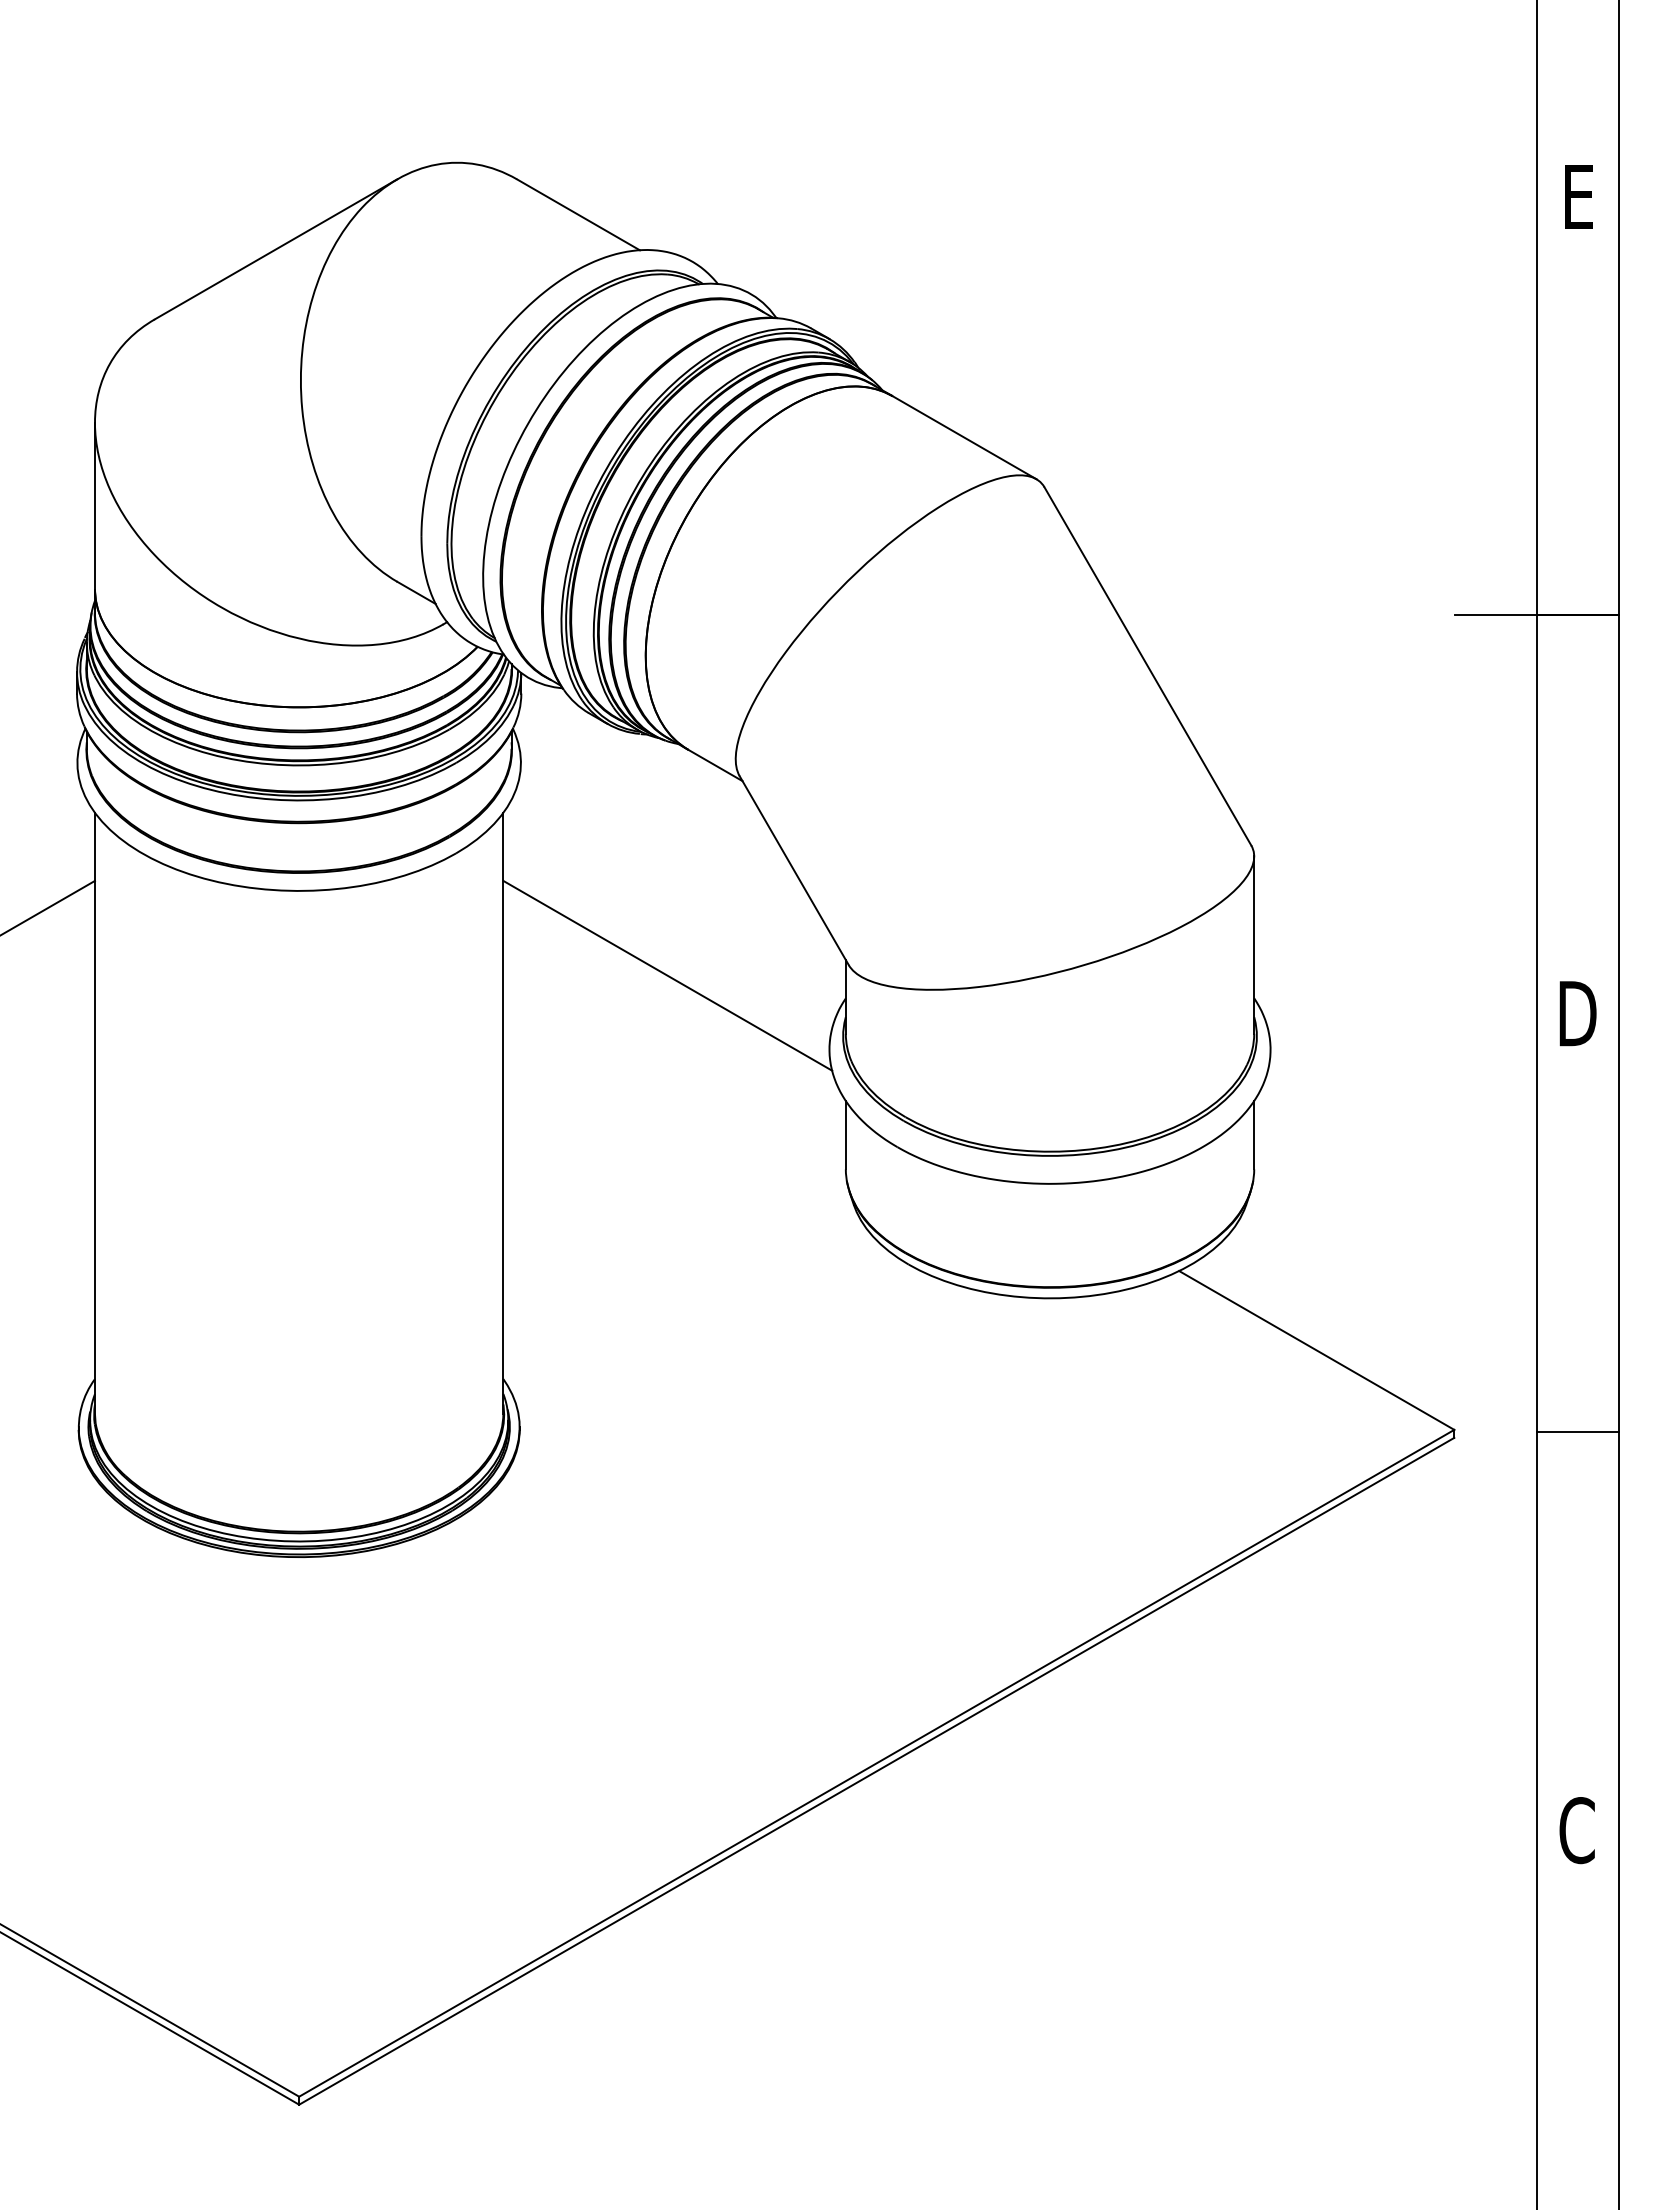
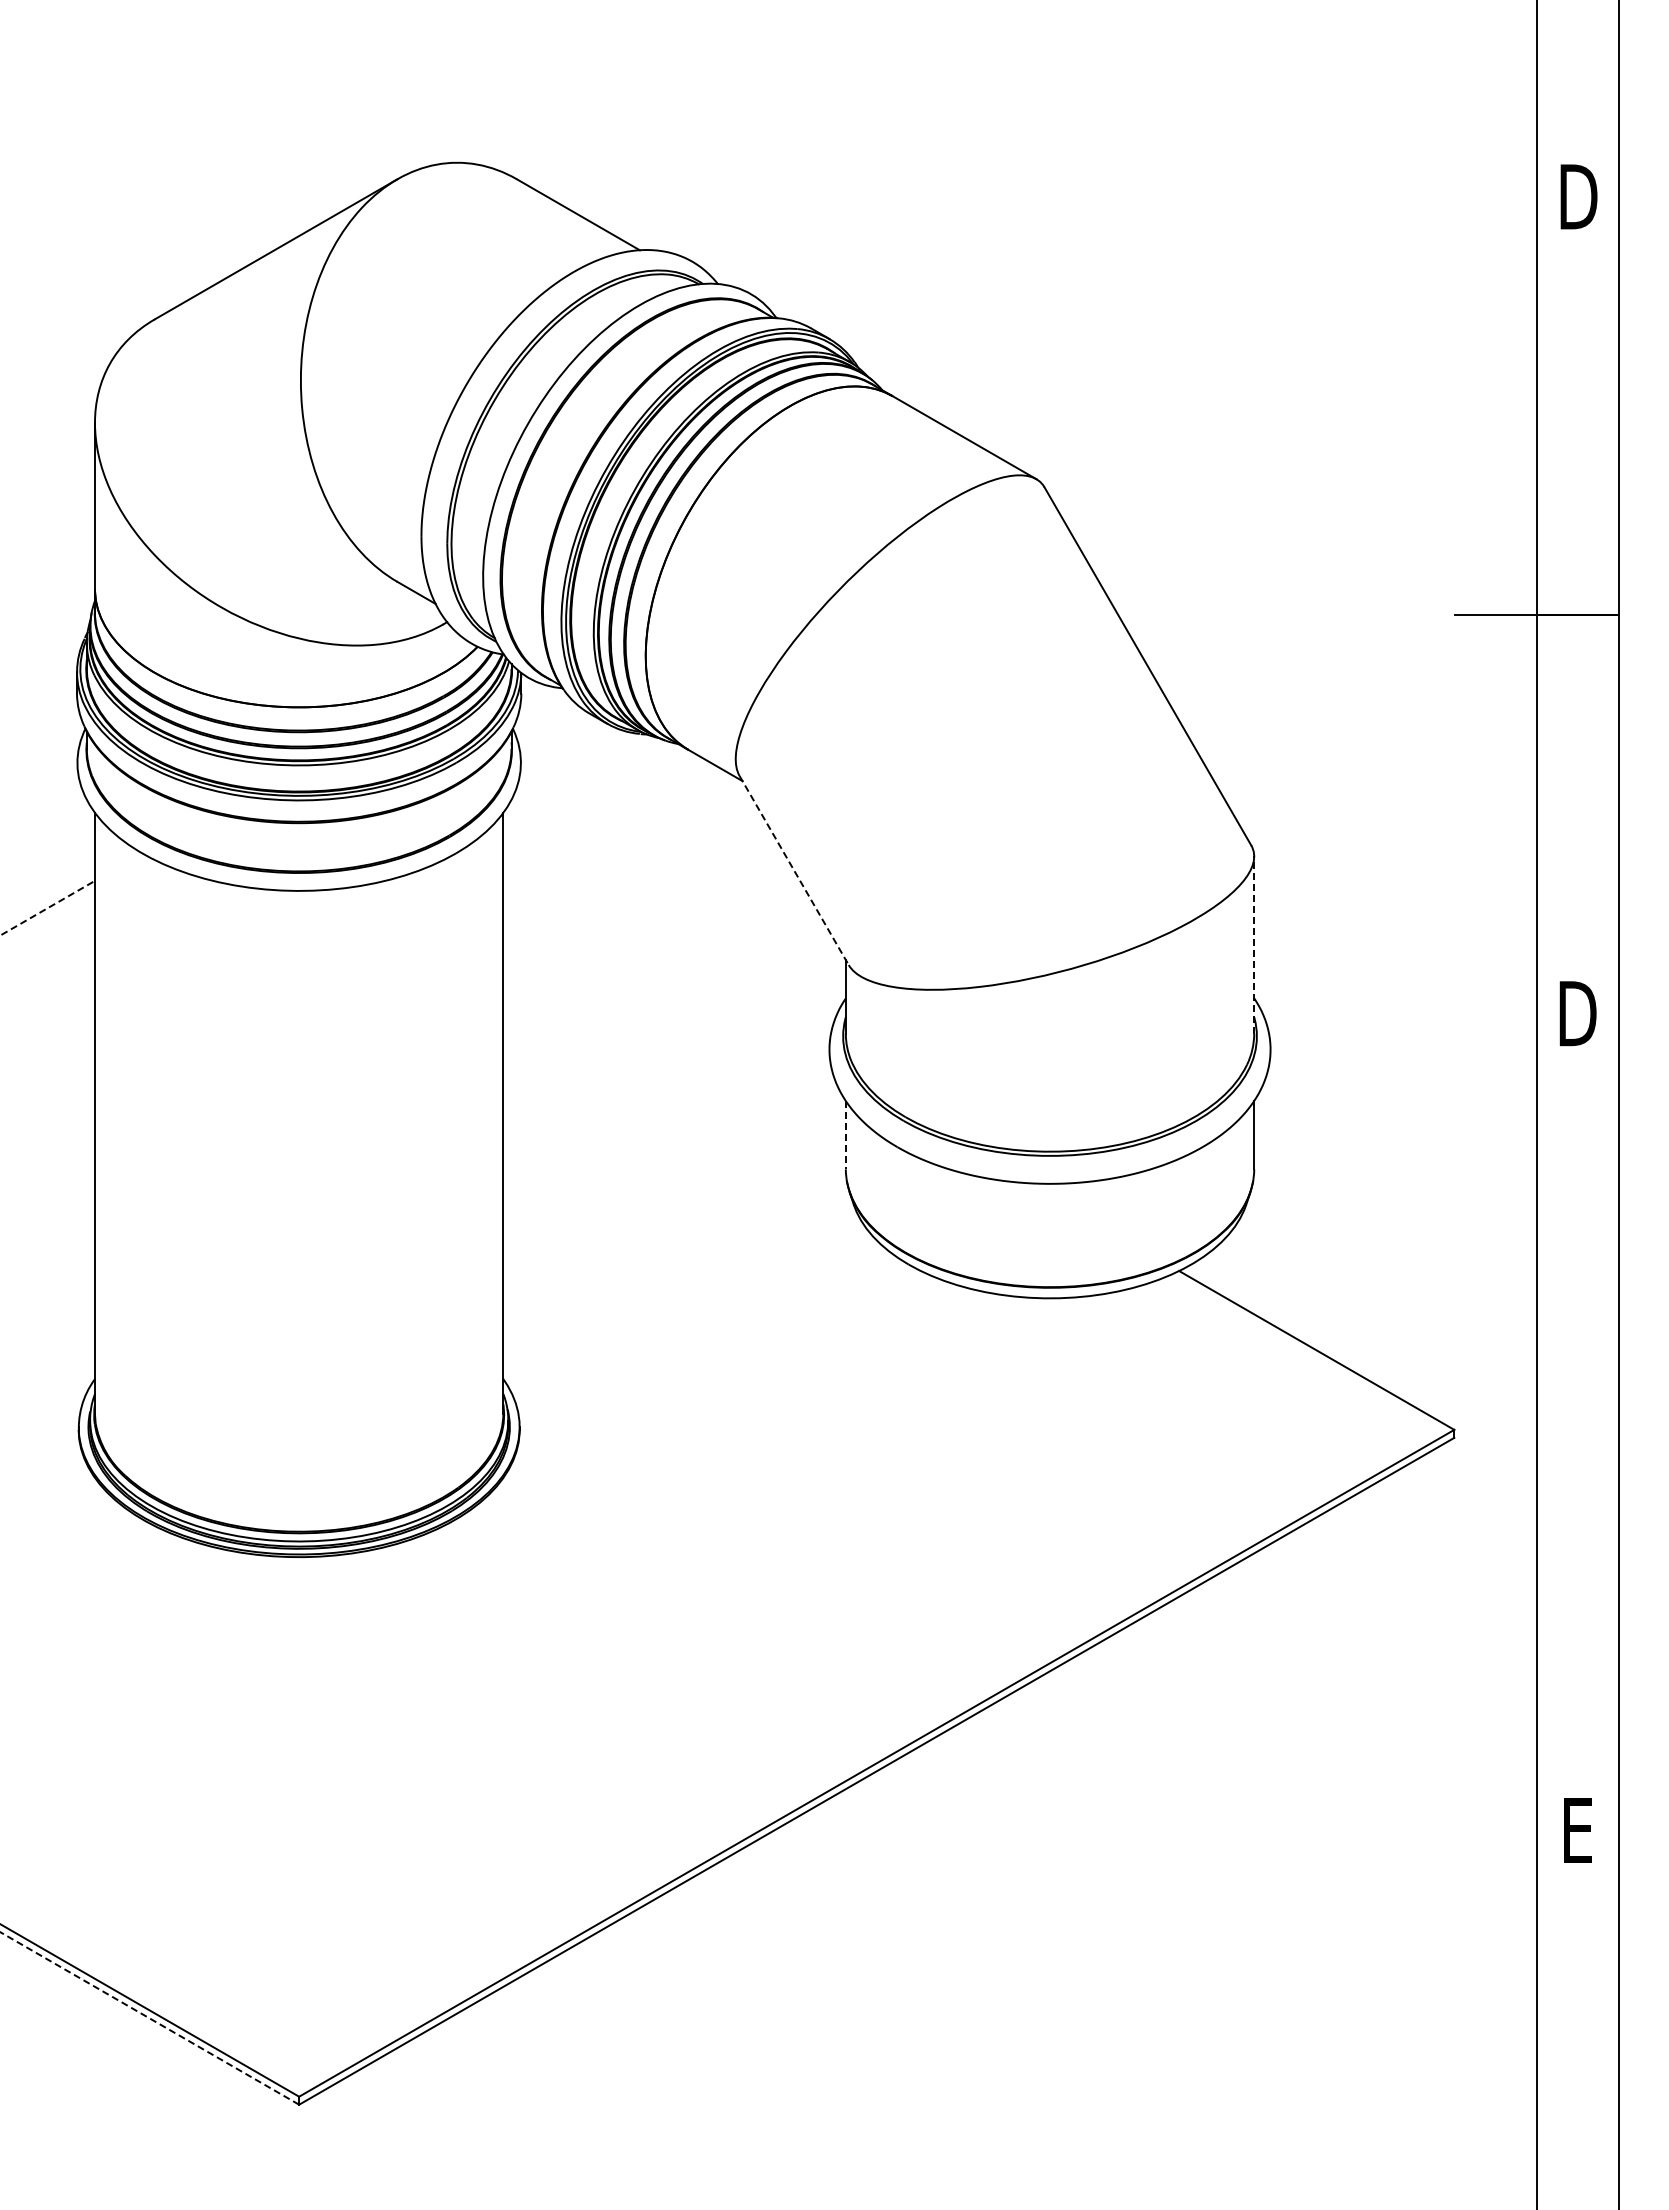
text at (1578, 196): E -> D
line at (794, 870): solid -> dashed
line at (48, 907): solid -> dashed
line at (1254, 945): solid -> dashed
line at (667, 975): present -> none
line at (845, 1135): solid -> dashed
line at (1577, 1431): present -> none
text at (1576, 1830): C -> E
line at (149, 2018): solid -> dashed
